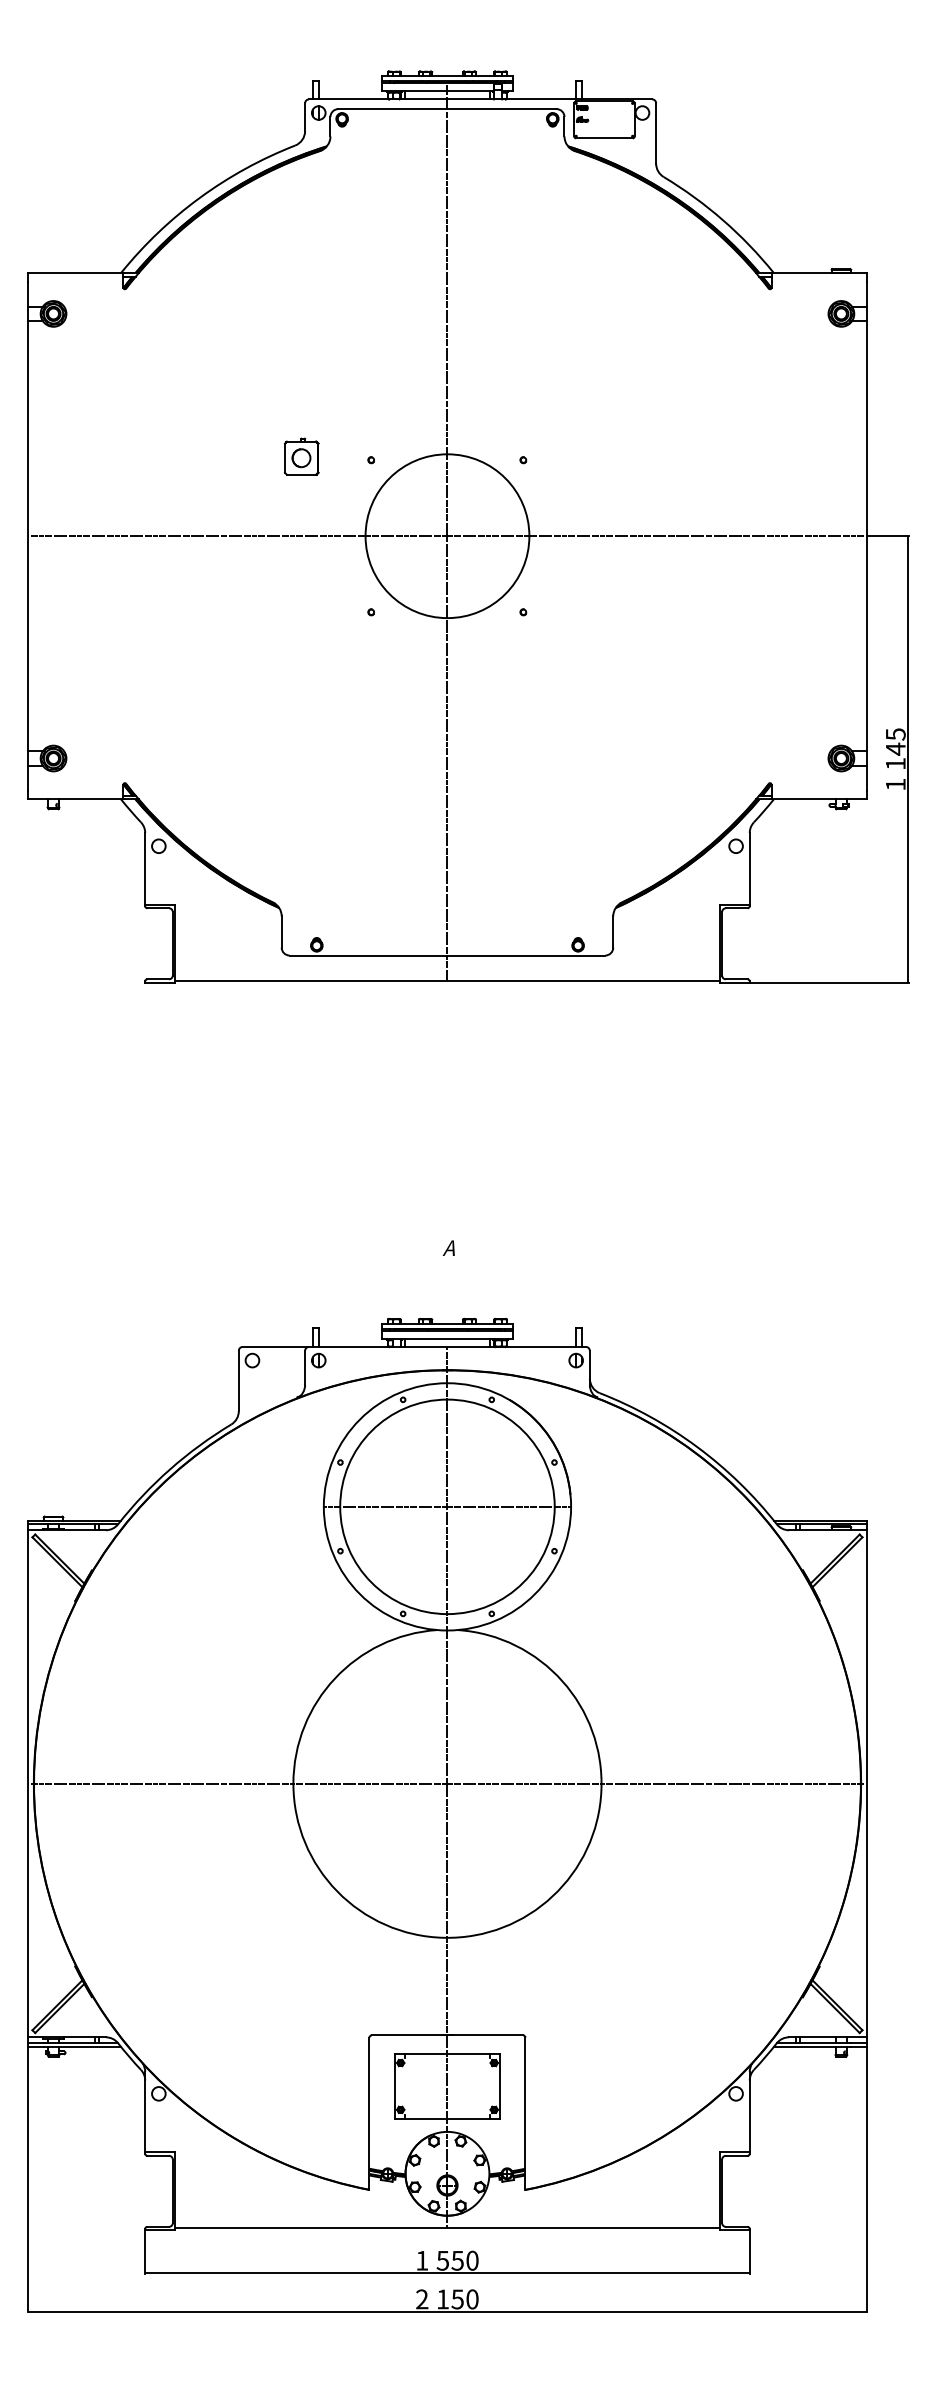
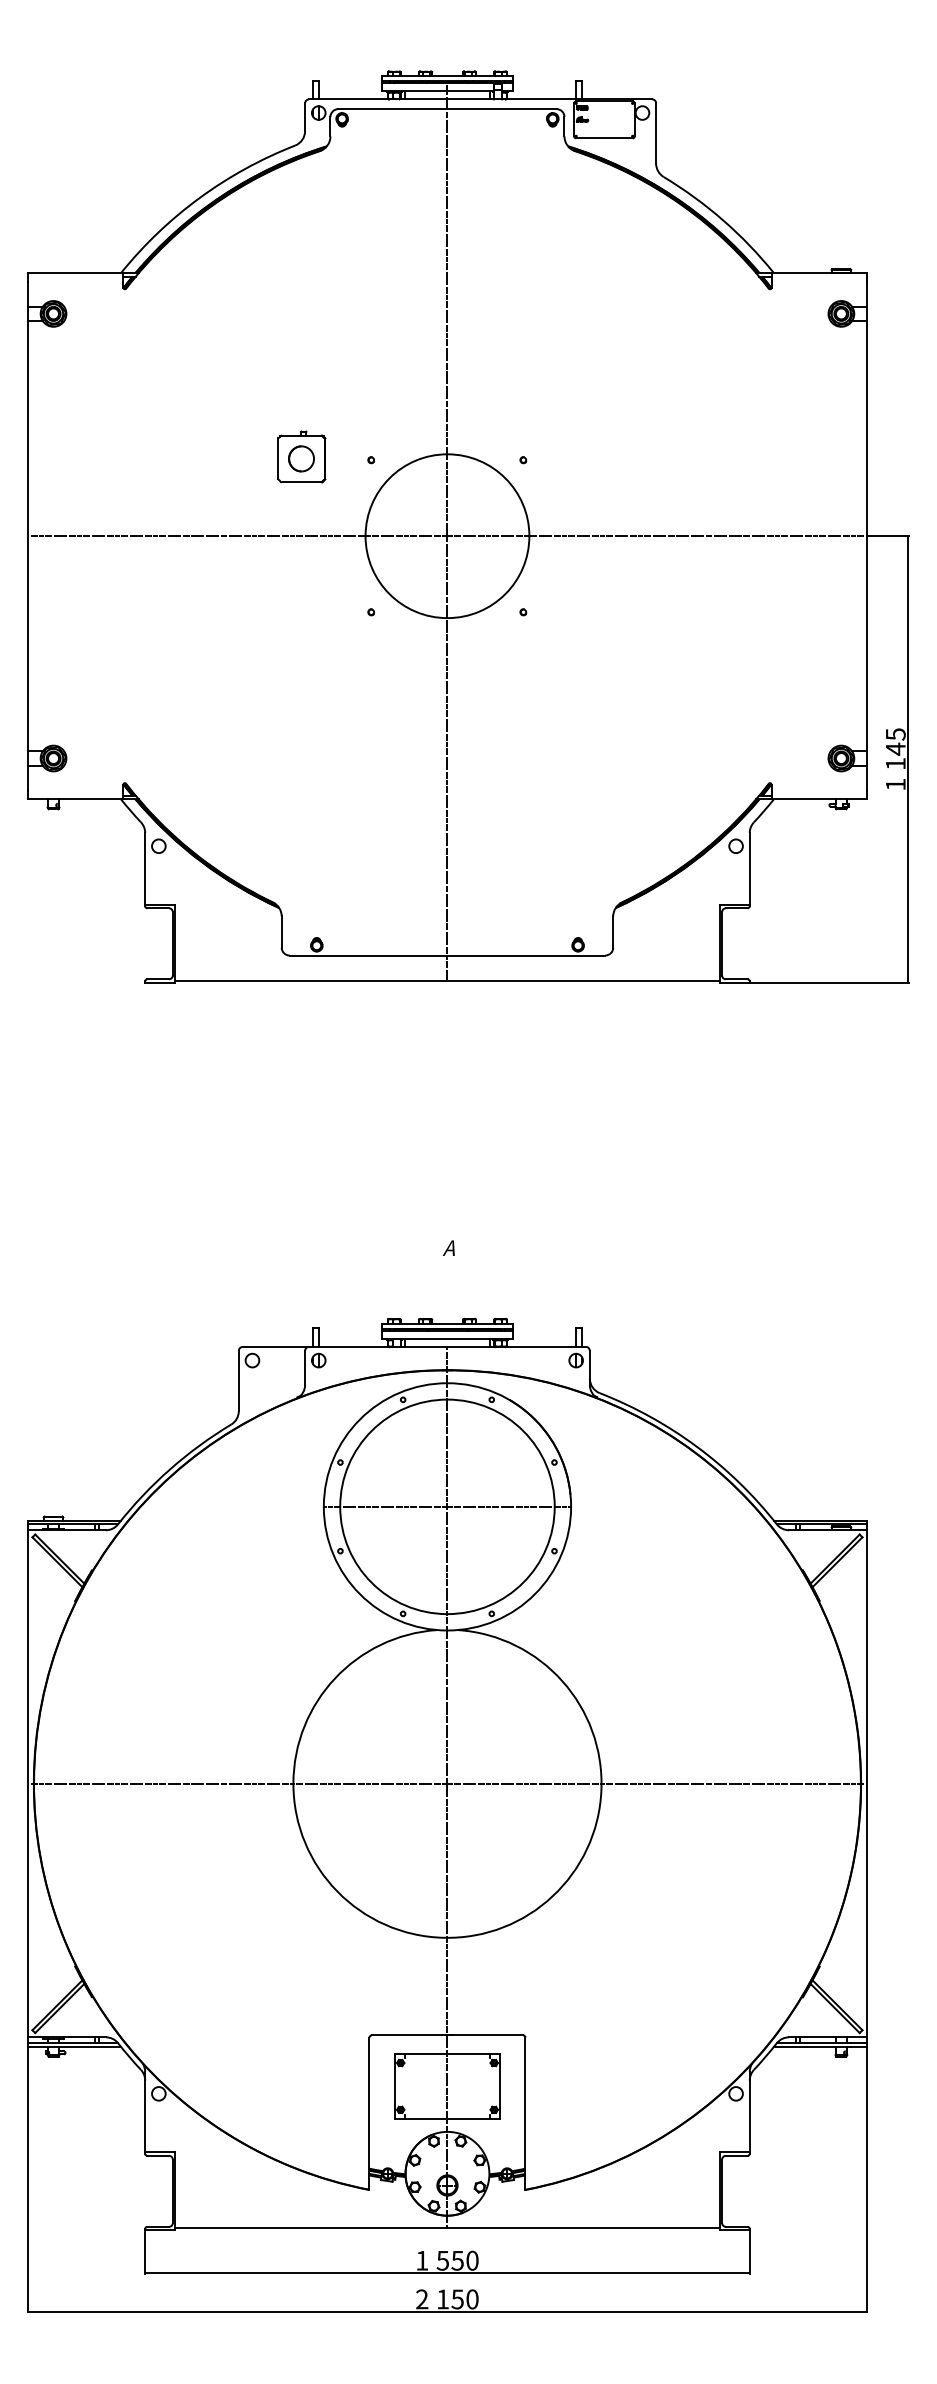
part at (301, 456) size: 37x39 px -> 50x54 px
